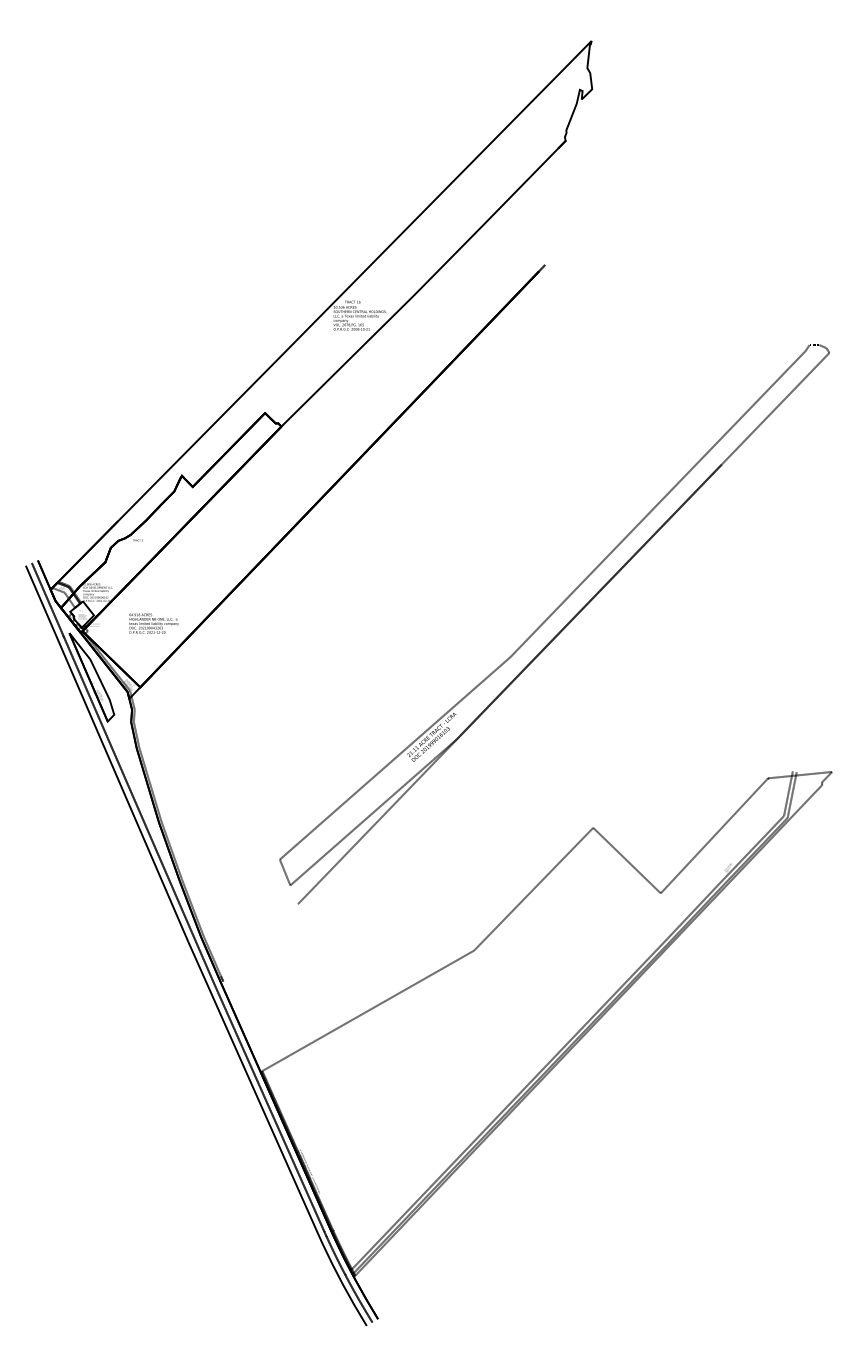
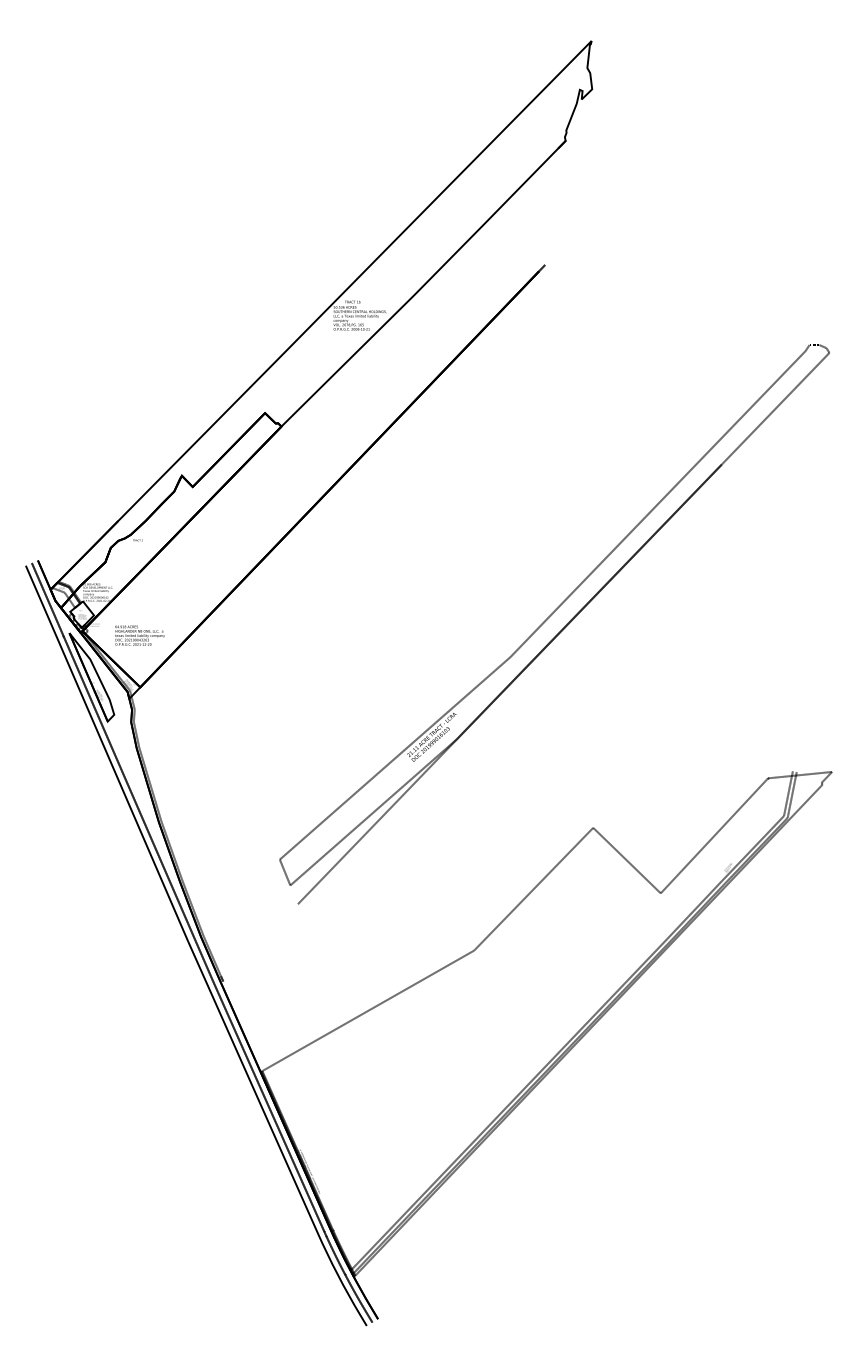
text at (153, 623) position: (153, 623) -> (139, 635)
